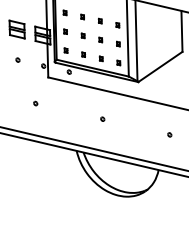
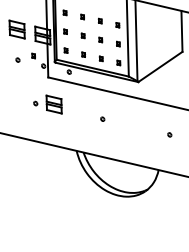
part at (33, 55): none -> present
part at (53, 104): none -> present
line at (93, 148): present -> none
